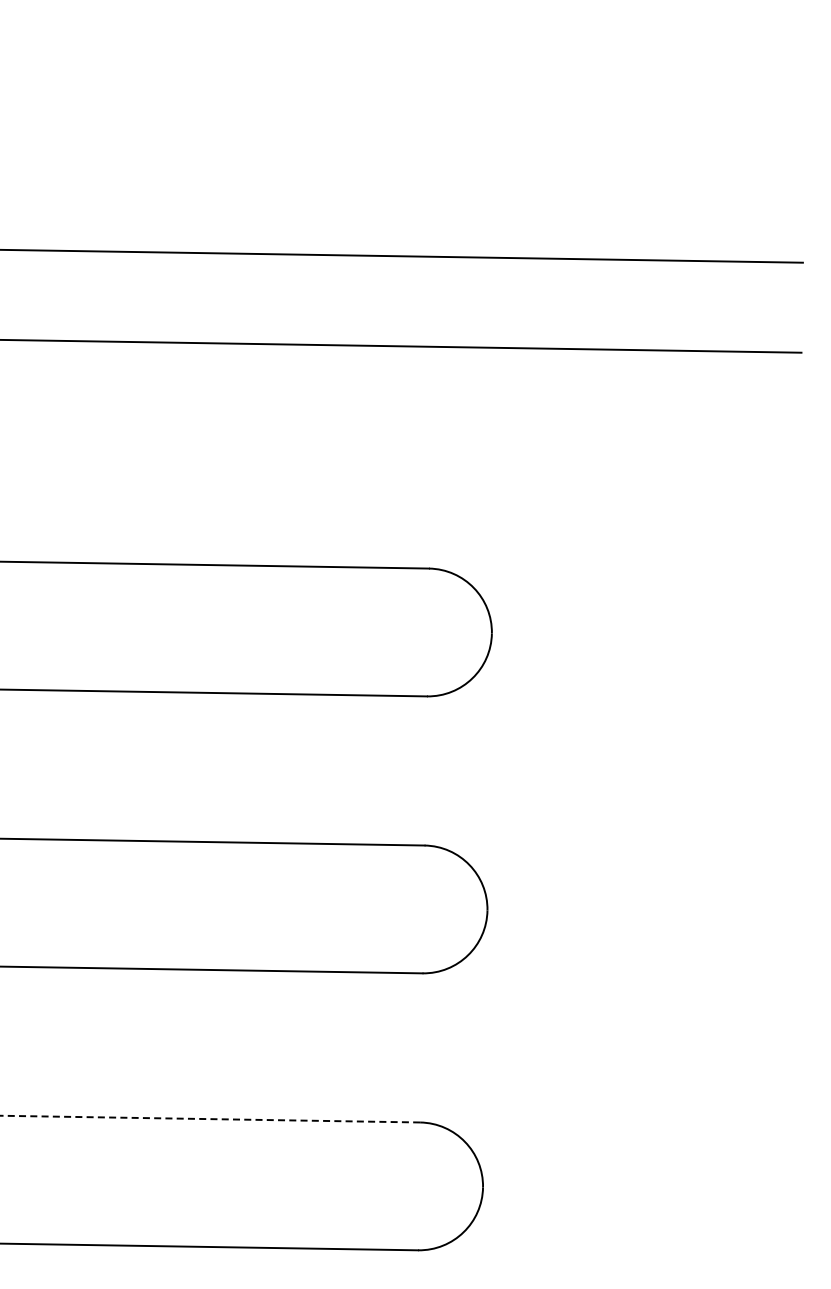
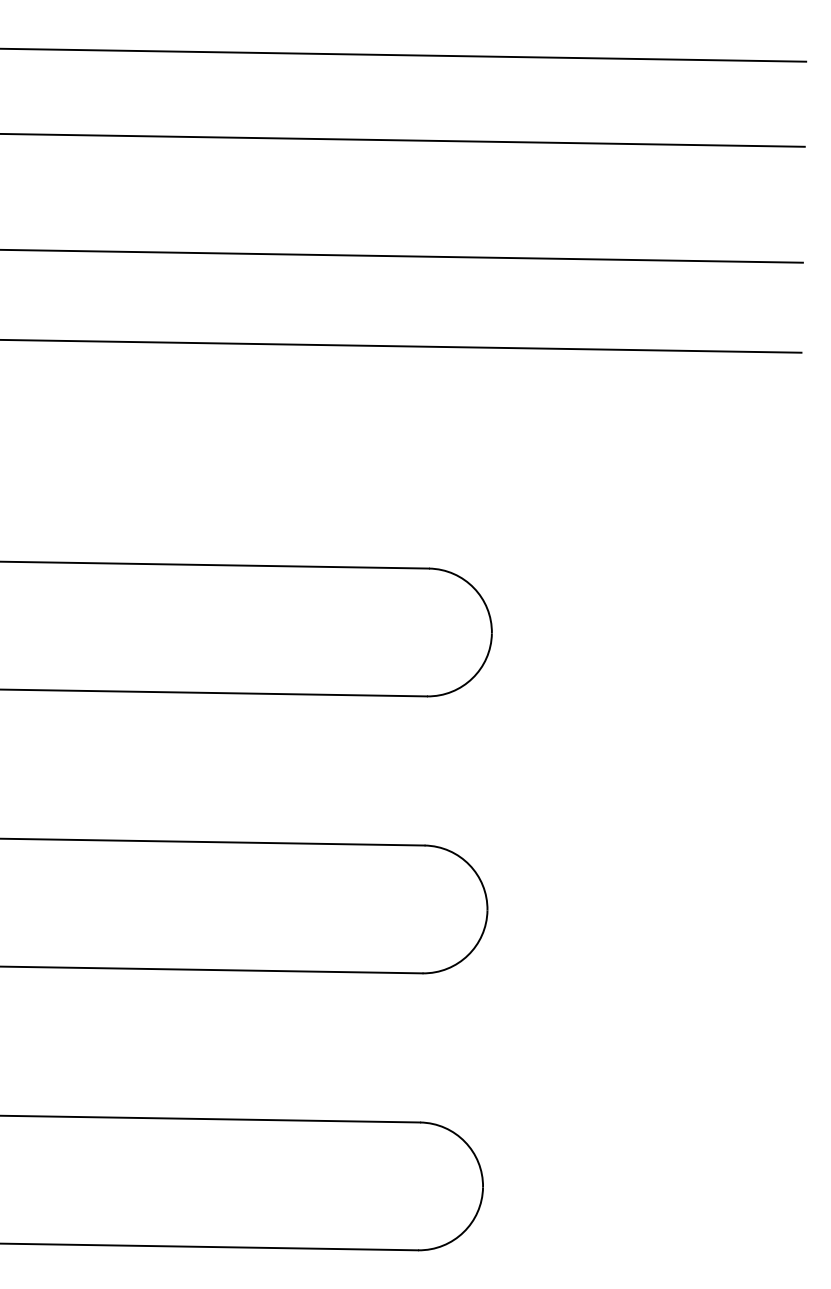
line at (404, 54): none -> present
line at (403, 139): none -> present
line at (210, 1119): dashed -> solid
